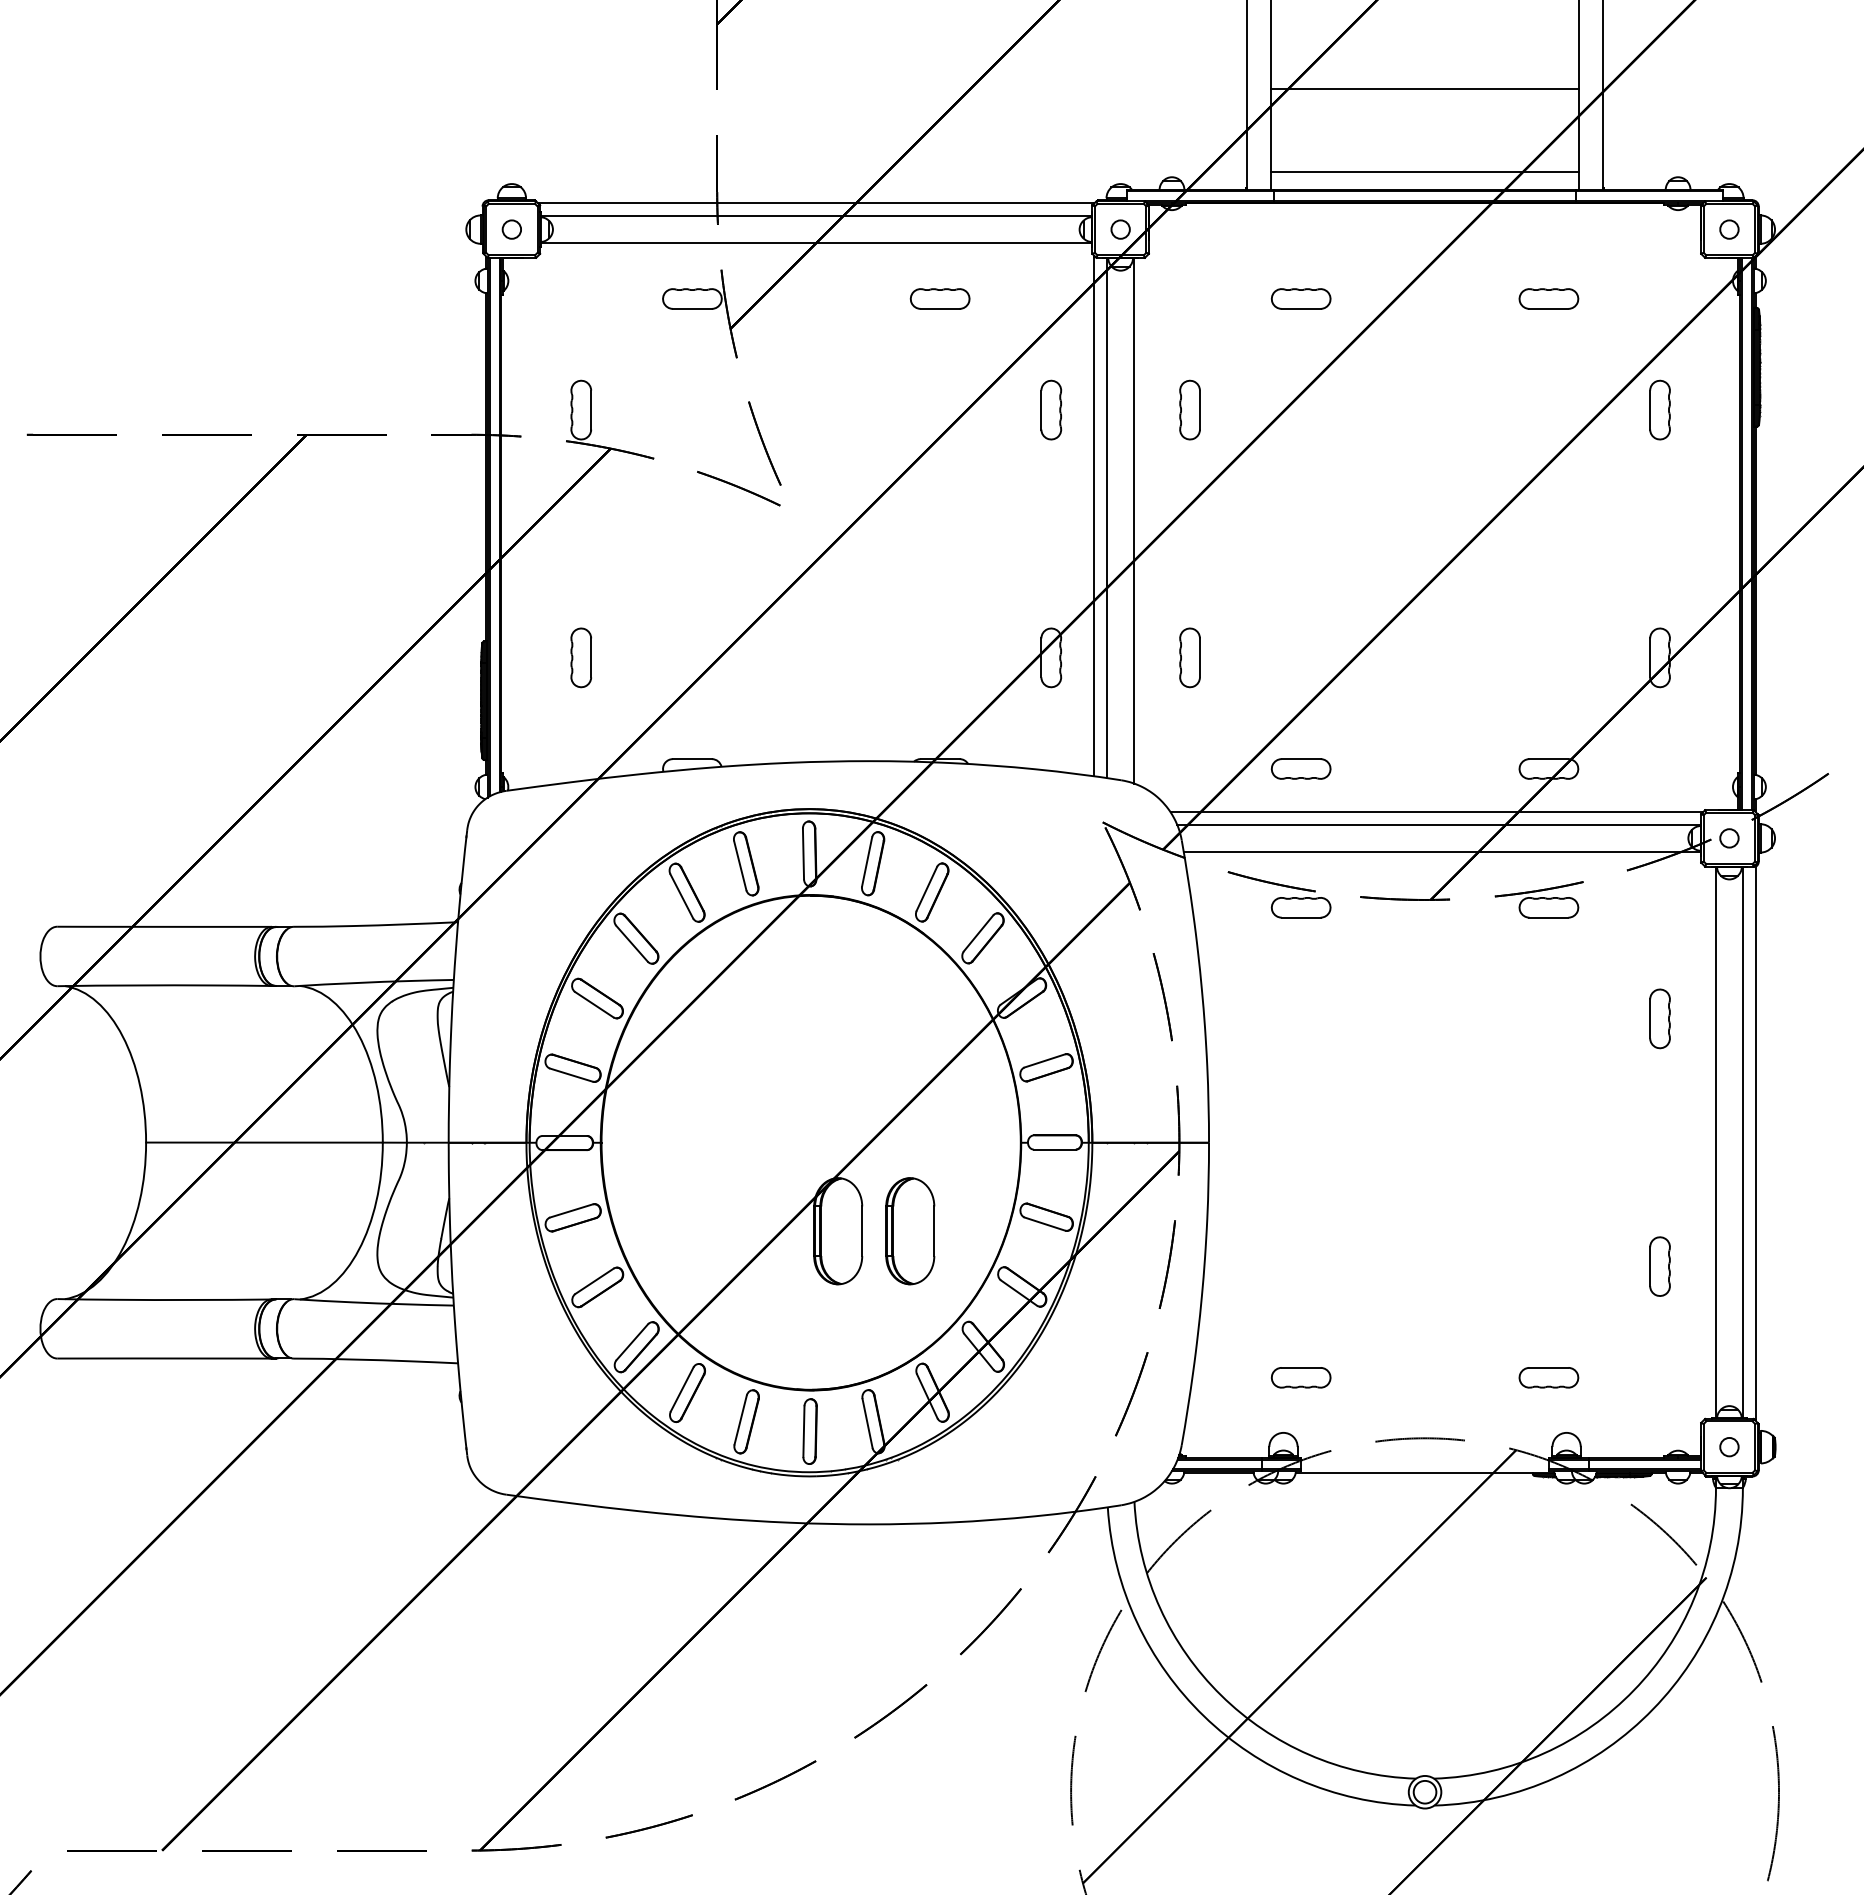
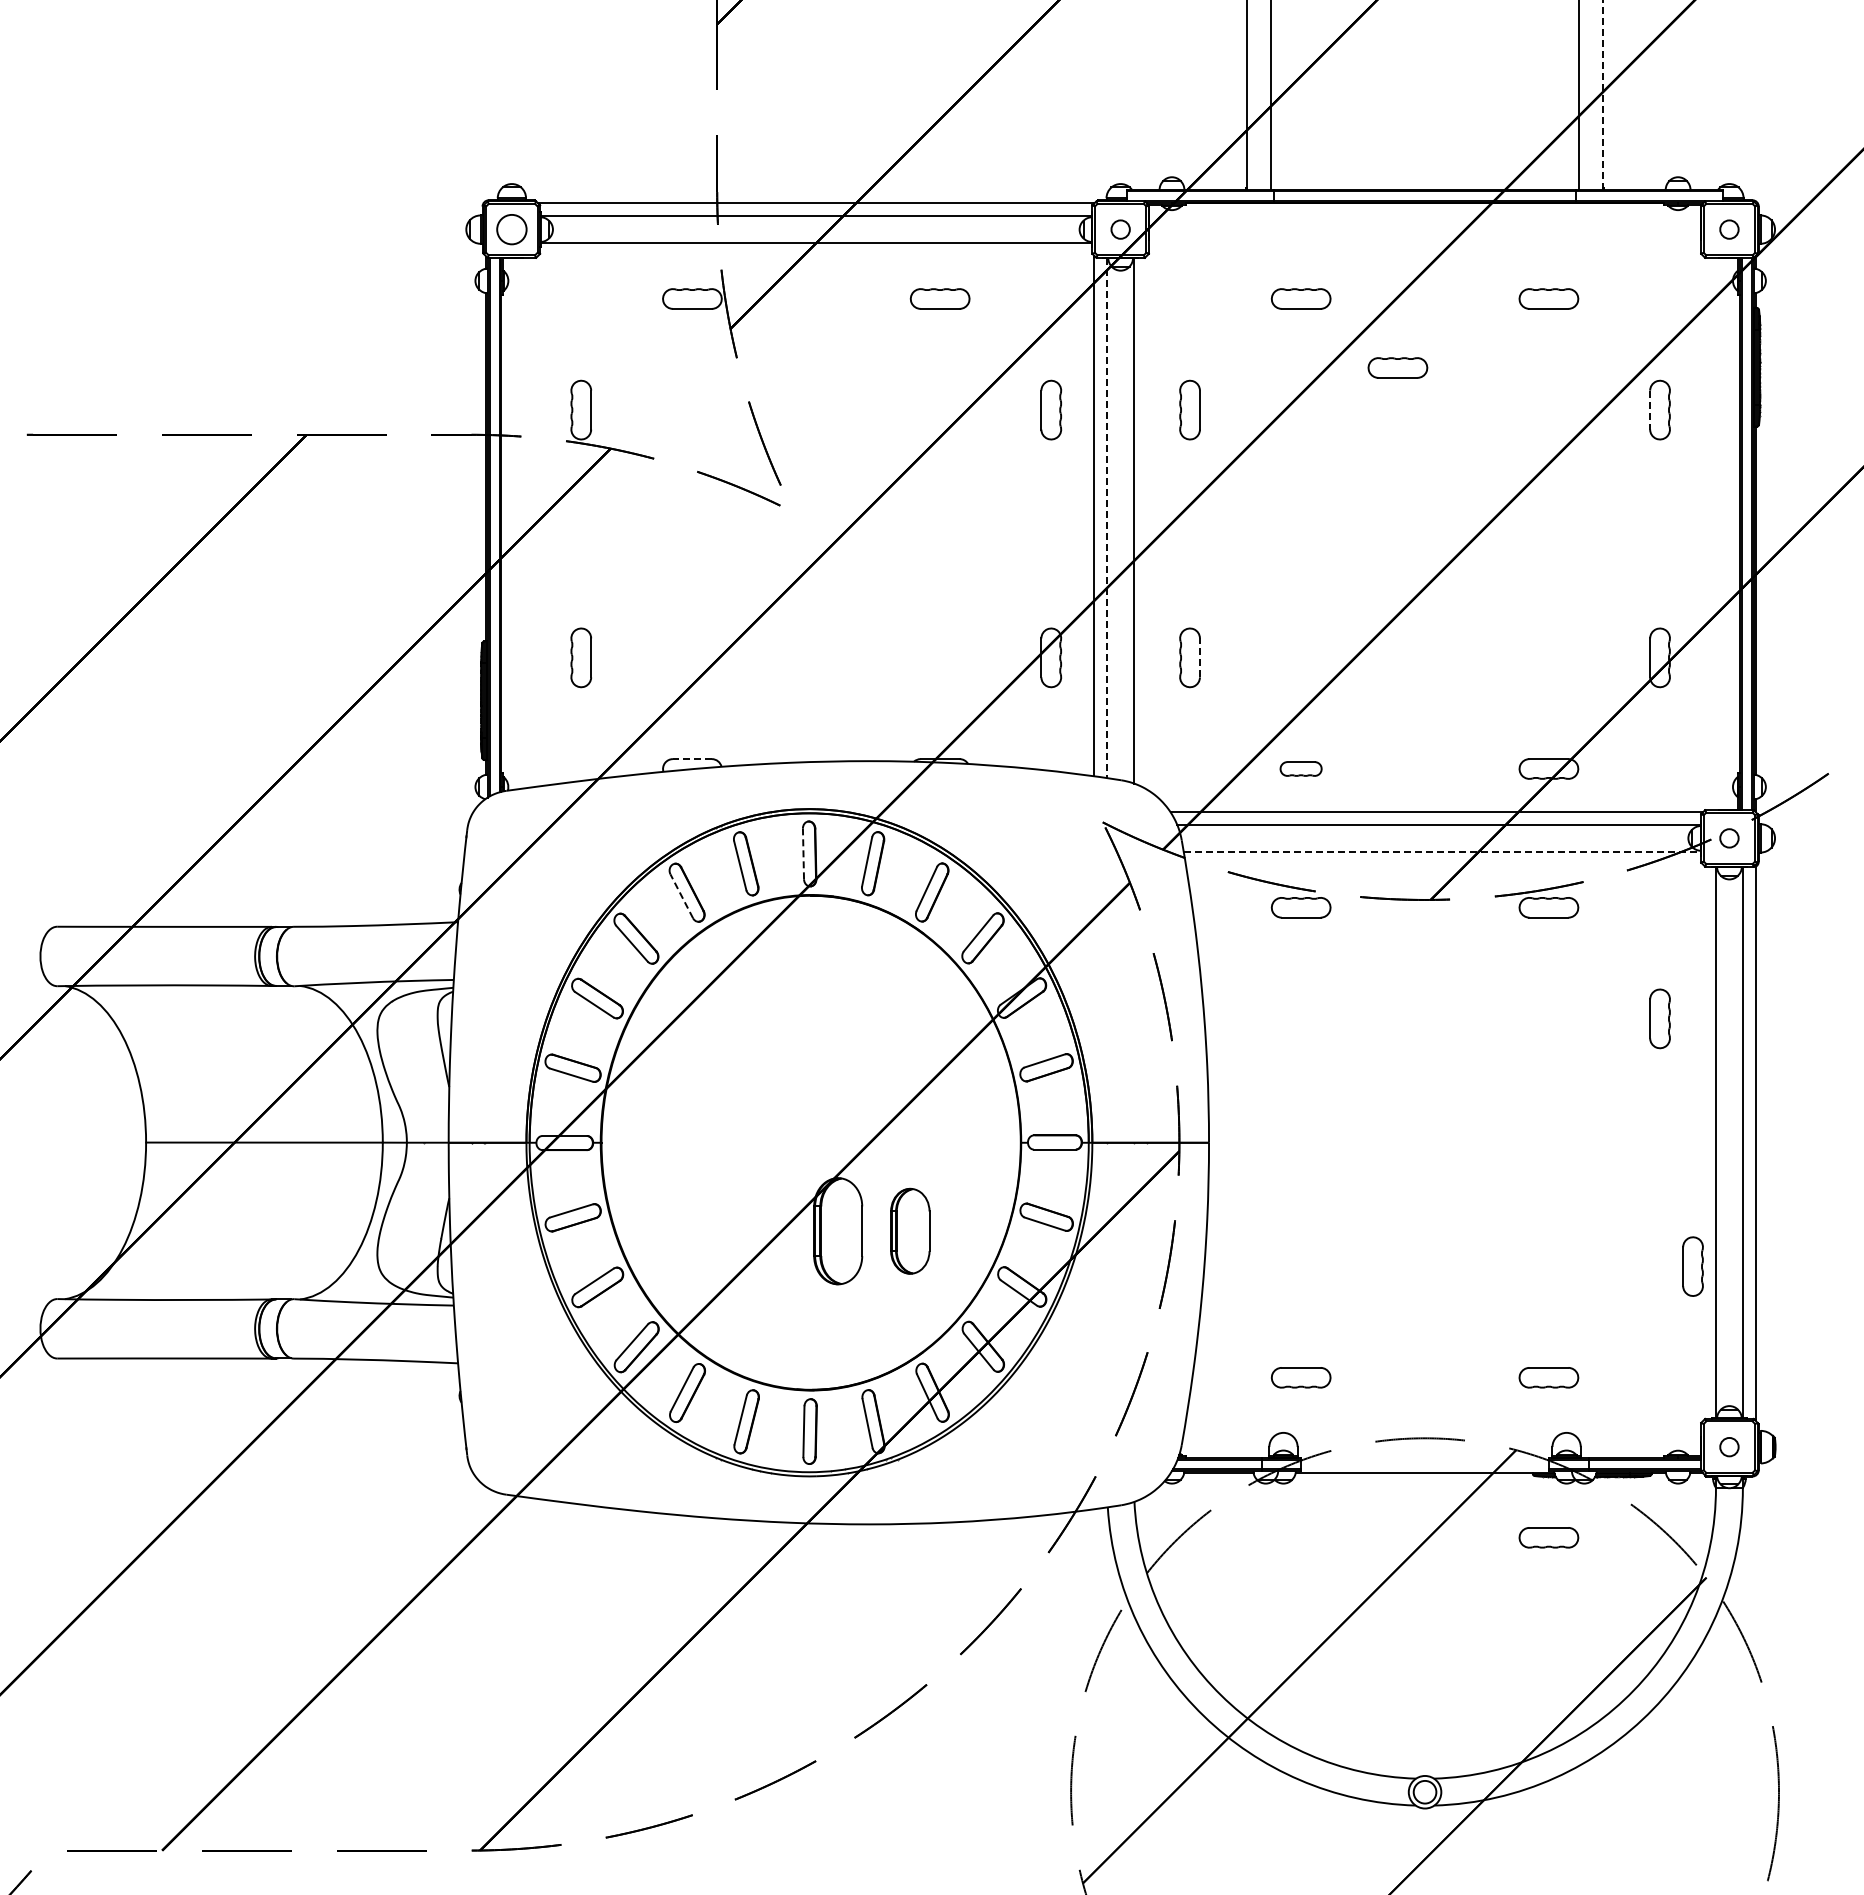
line at (1424, 88): present -> none
line at (1602, 94): solid -> dashed
line at (1424, 171): present -> none
circle at (511, 229) diameter: 18 px -> 29 px
part at (1397, 367): none -> present
line at (1650, 410): solid -> dashed
line at (1107, 518): solid -> dashed
line at (1199, 657): solid -> dashed
line at (691, 759): solid -> dashed
part at (1300, 768) size: 62x22 px -> 44x16 px
line at (1442, 851): solid -> dashed
line at (803, 853): solid -> dashed
line at (681, 896): solid -> dashed
part at (910, 1231) size: 51x109 px -> 41x88 px
part at (1659, 1266) position: (1659, 1266) -> (1692, 1266)
part at (1548, 1537): none -> present
